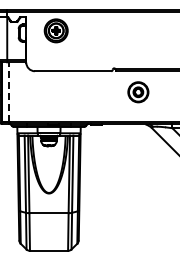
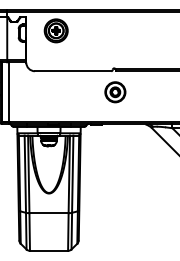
line at (8, 92): dashed -> solid
part at (138, 92) position: (138, 92) -> (115, 92)
